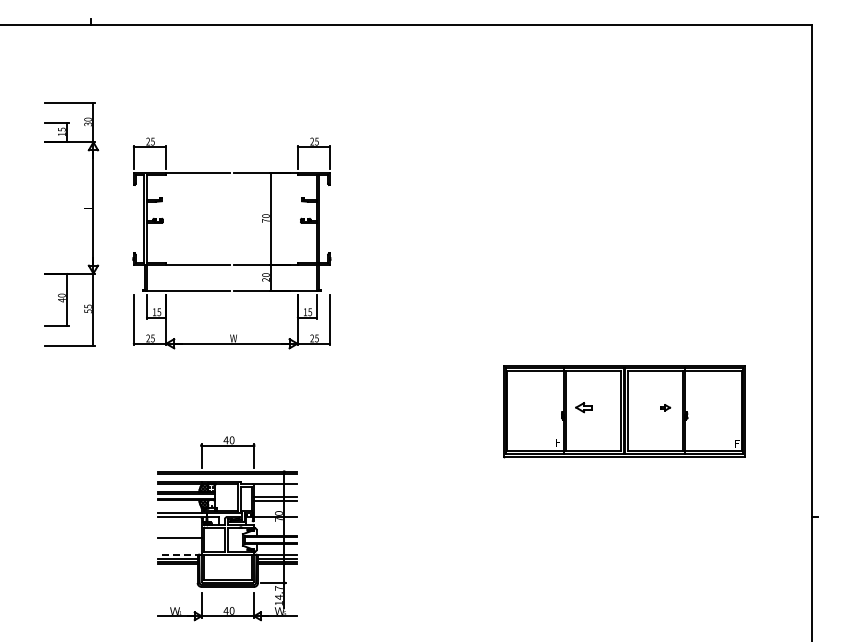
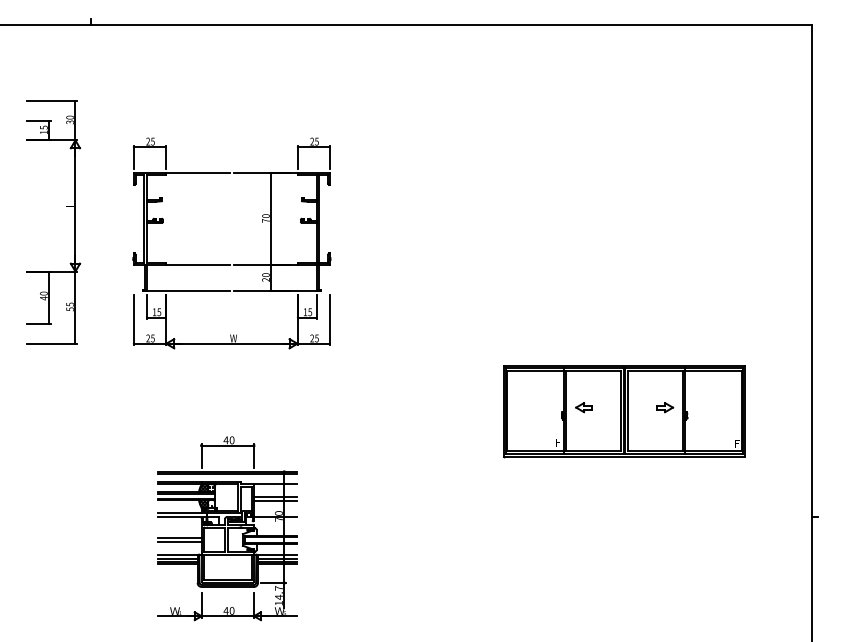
part at (84, 208) position: (84, 208) -> (66, 206)
part at (665, 407) size: 12x8 px -> 19x12 px
line at (179, 542): none -> present
line at (179, 554): dashed -> solid
